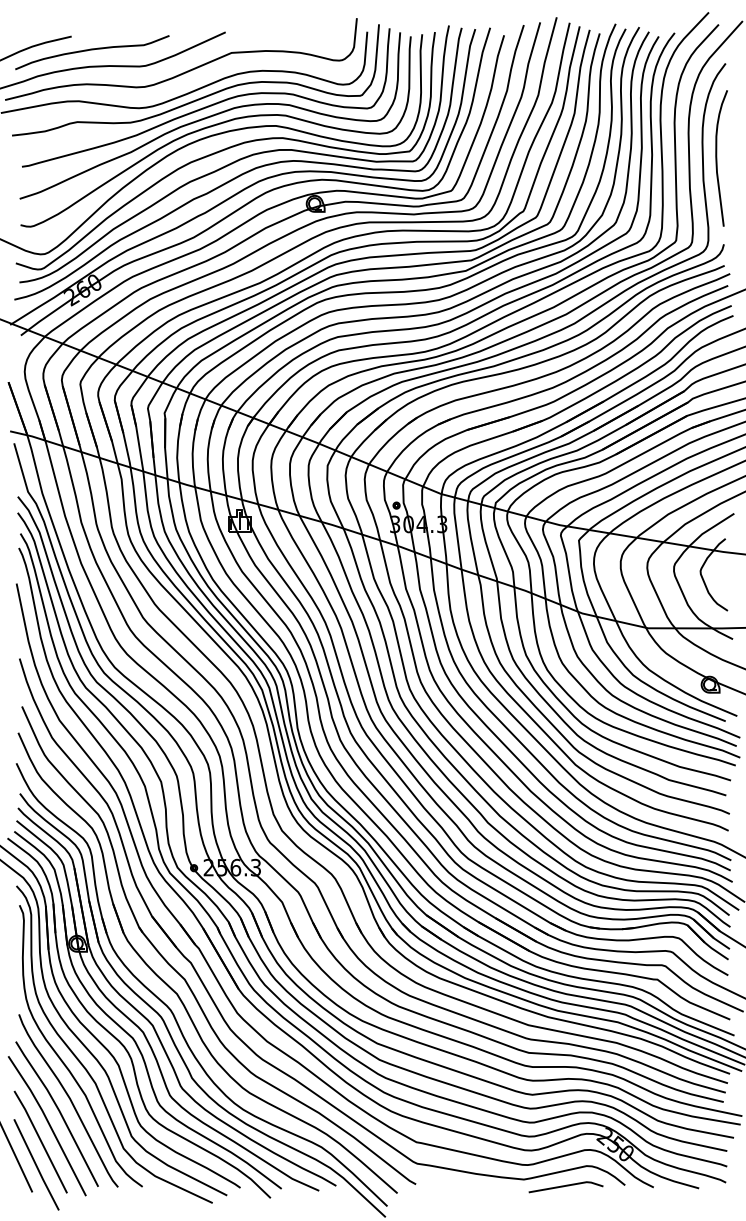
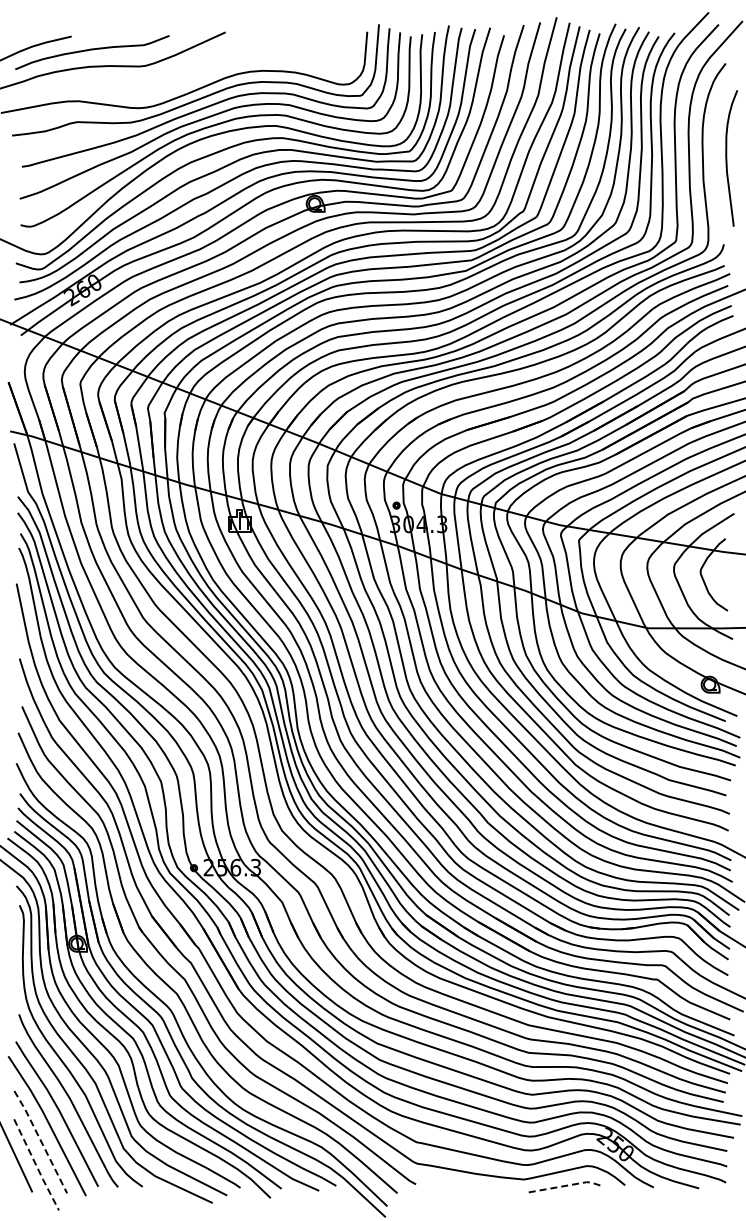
curve at (187, 70): present -> none
curve at (717, 158) position: (717, 158) -> (727, 158)
line at (41, 1141): solid -> dashed
line at (36, 1165): solid -> dashed
line at (568, 1185): solid -> dashed
